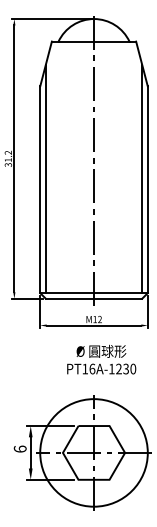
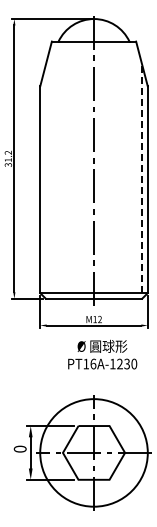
line at (45, 178): present -> none
line at (142, 178): solid -> dashed
text at (101, 359) position: (101, 359) -> (102, 354)
text at (19, 448): 6 -> 0
